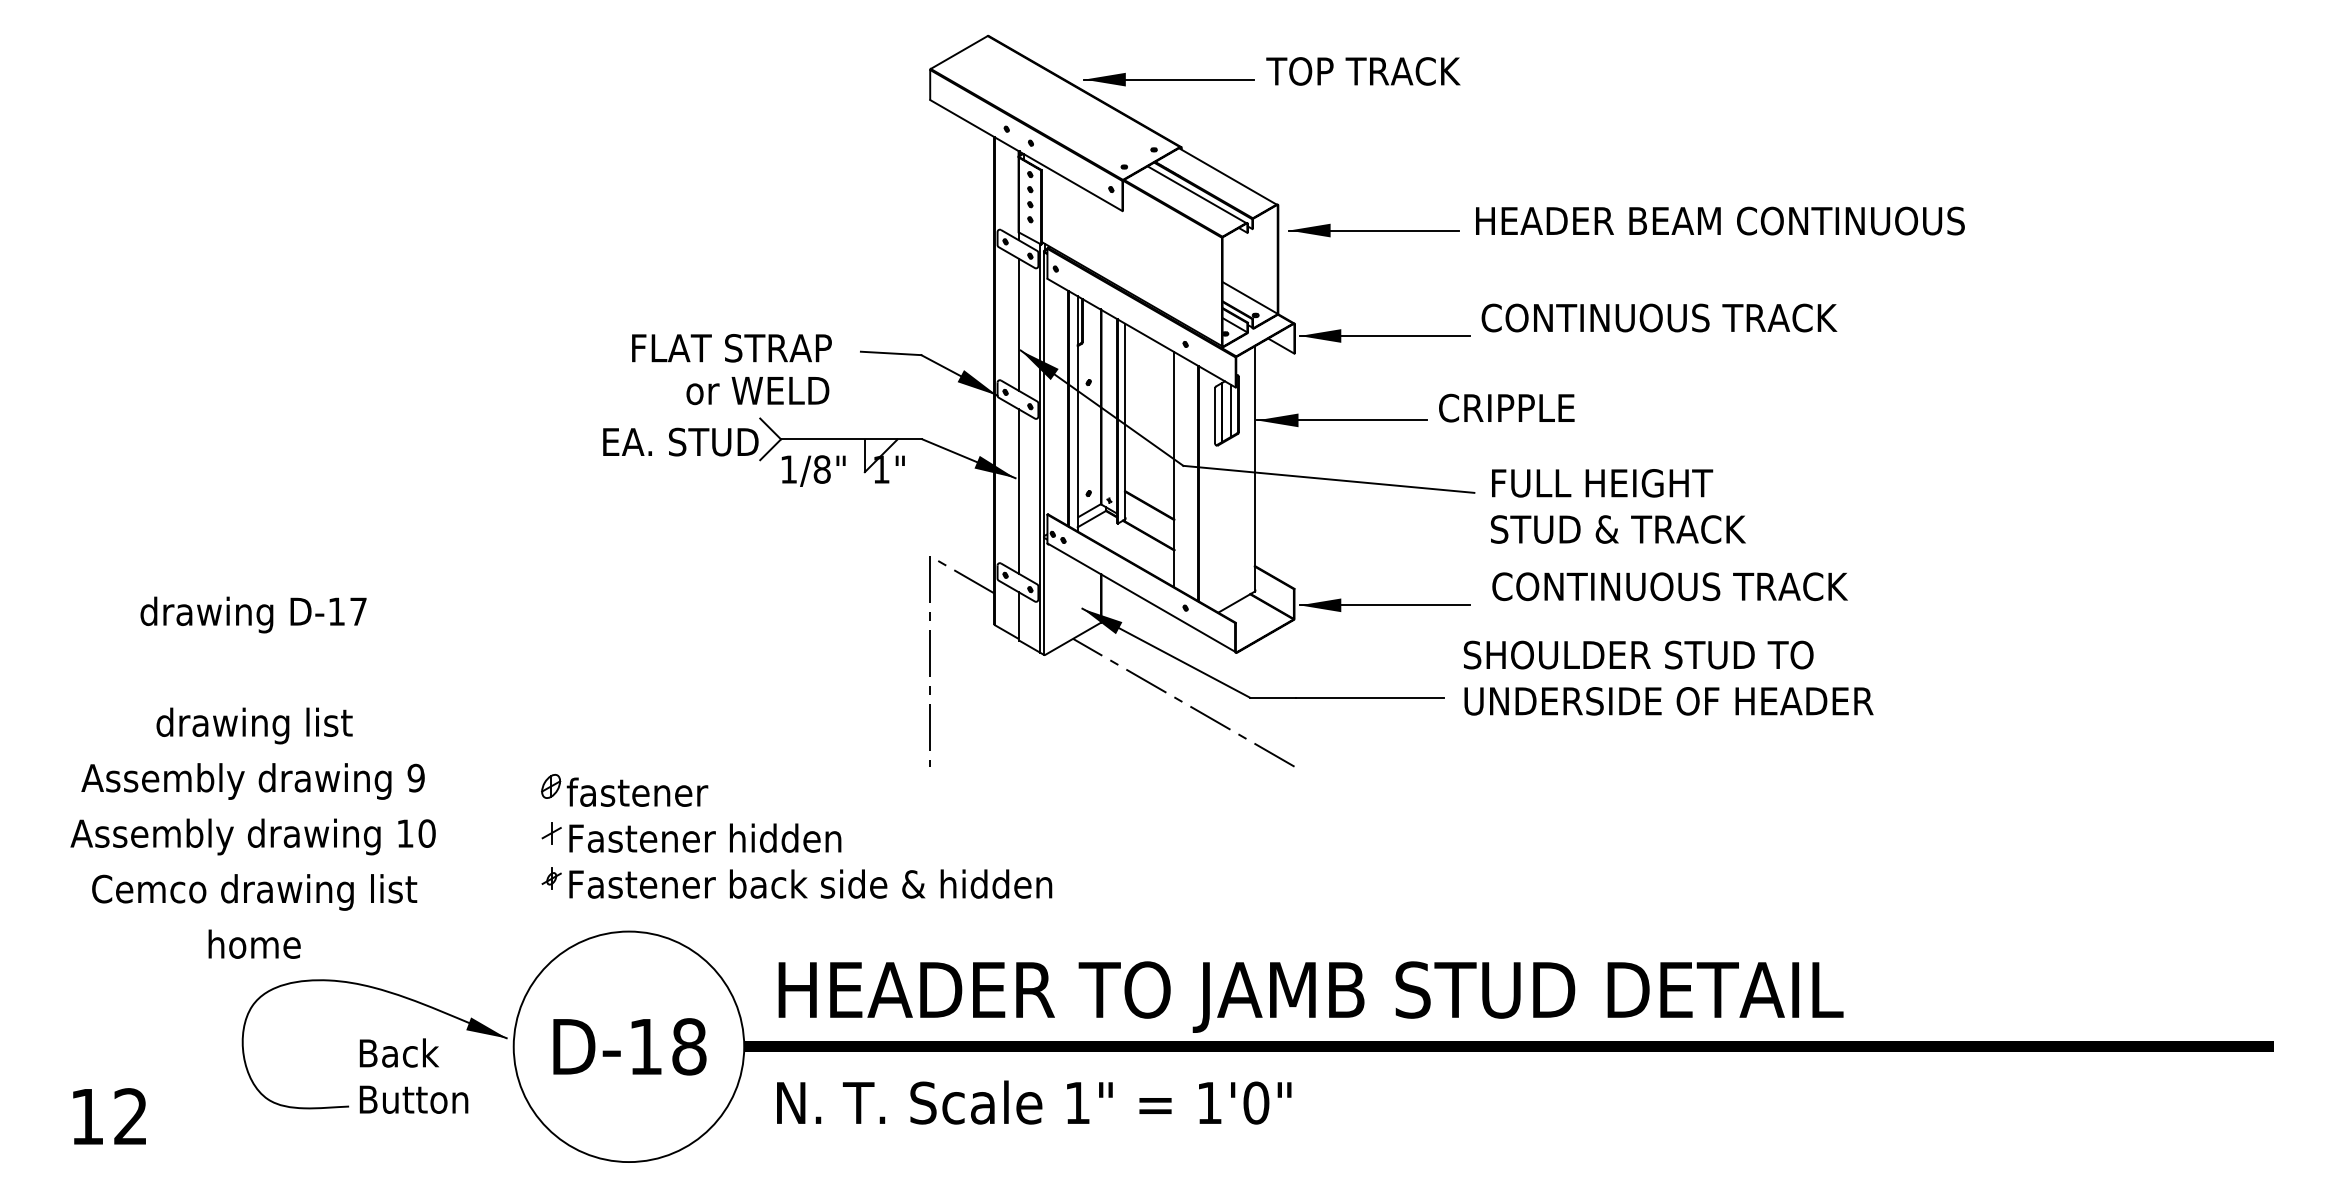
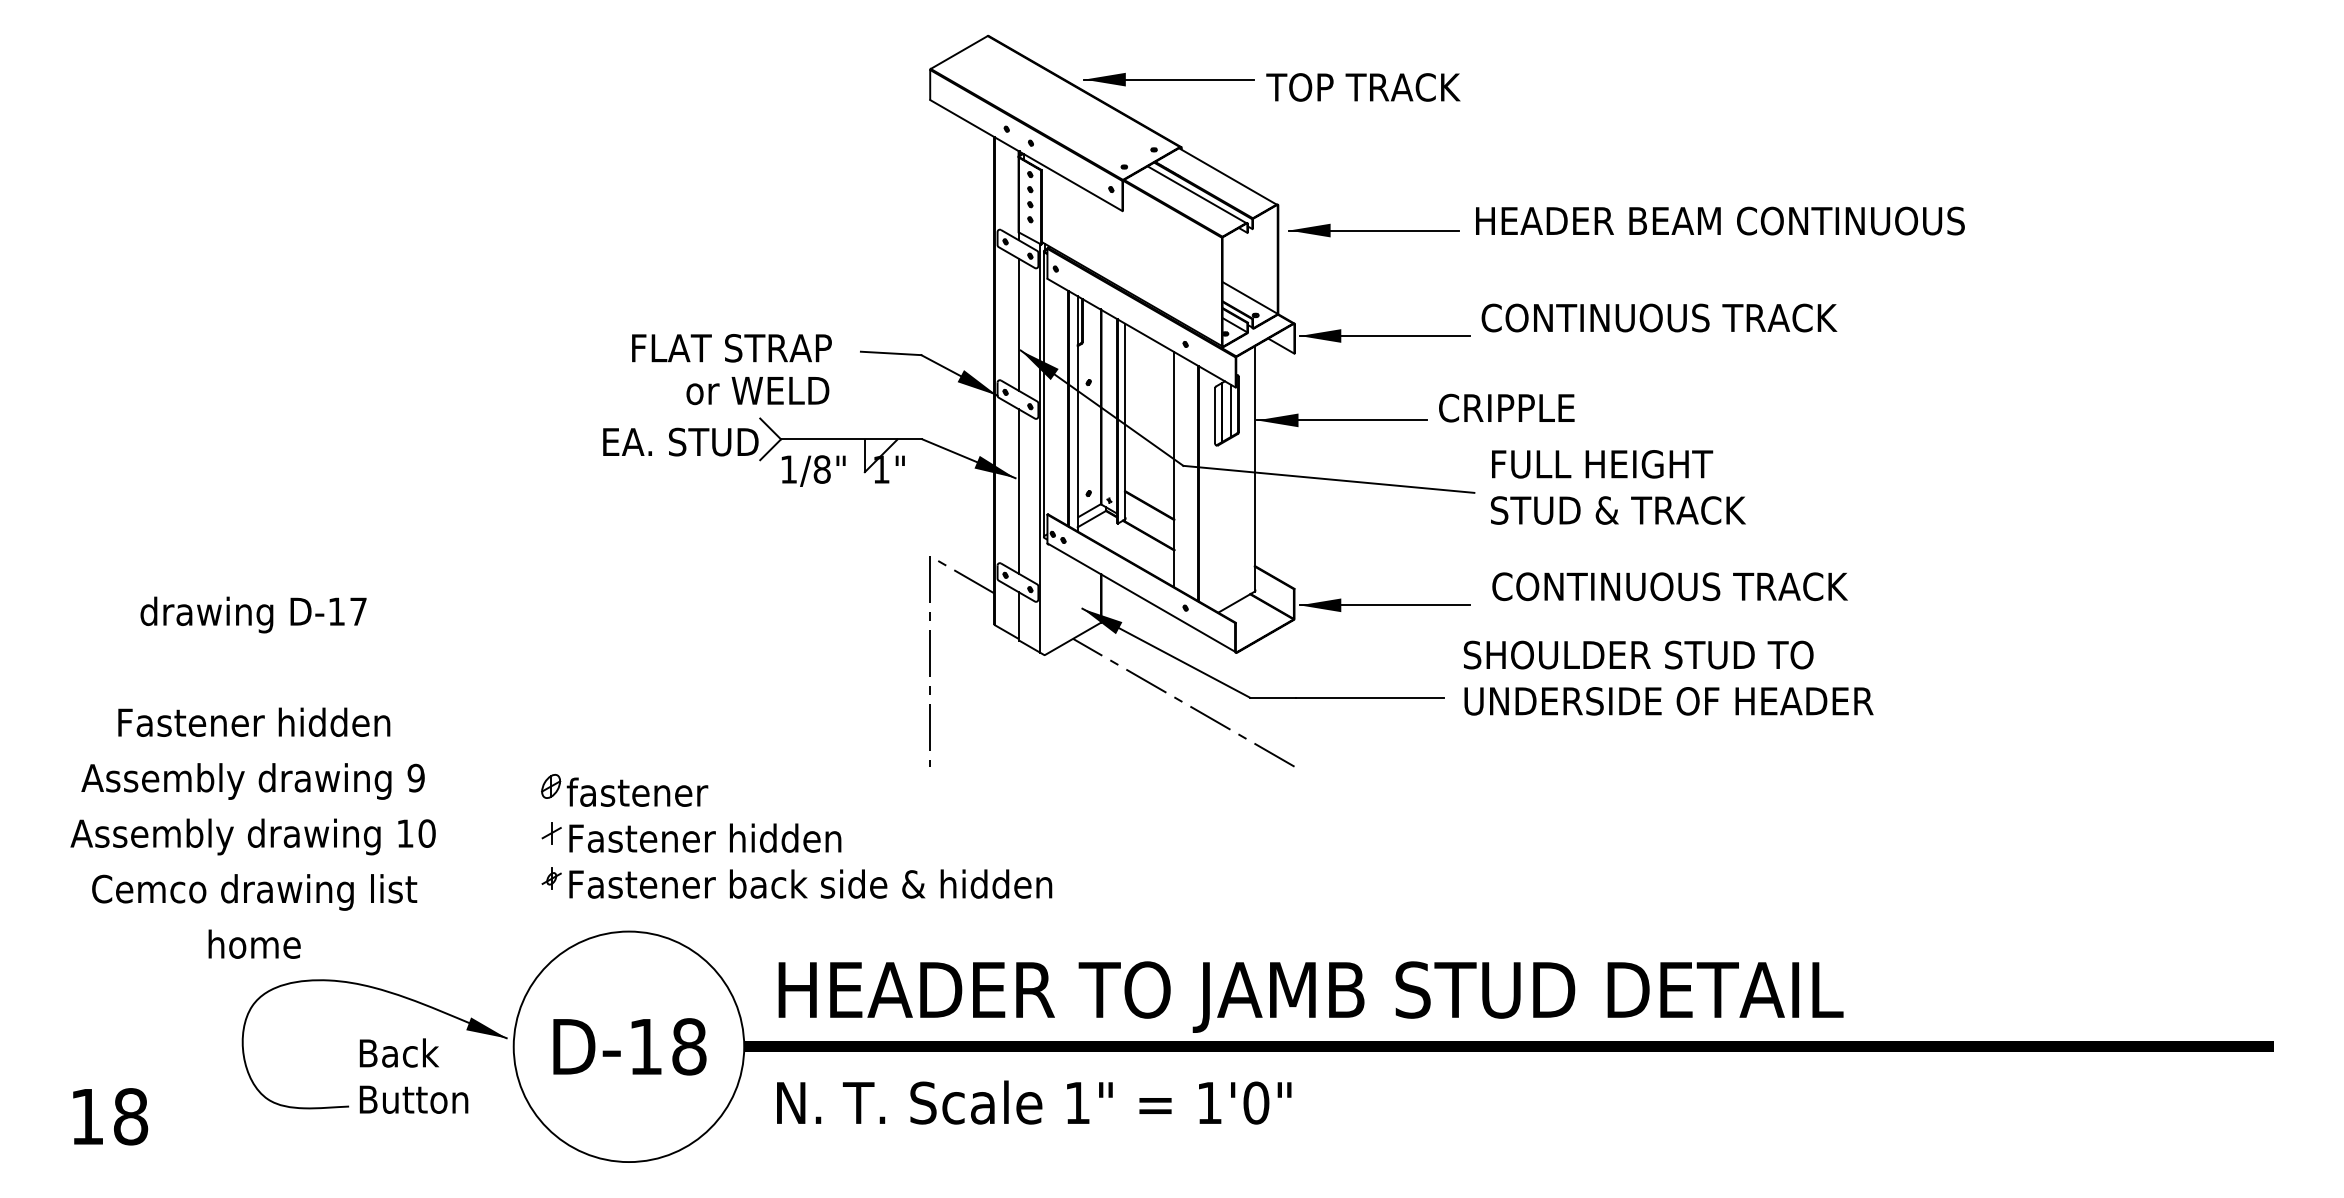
text at (1363, 71) position: (1363, 71) -> (1363, 87)
text at (1618, 506) position: (1618, 506) -> (1618, 487)
line at (1044, 595): present -> none
text at (254, 725): drawing list -> Fastener hidden
text at (131, 1116): 12 -> 18
